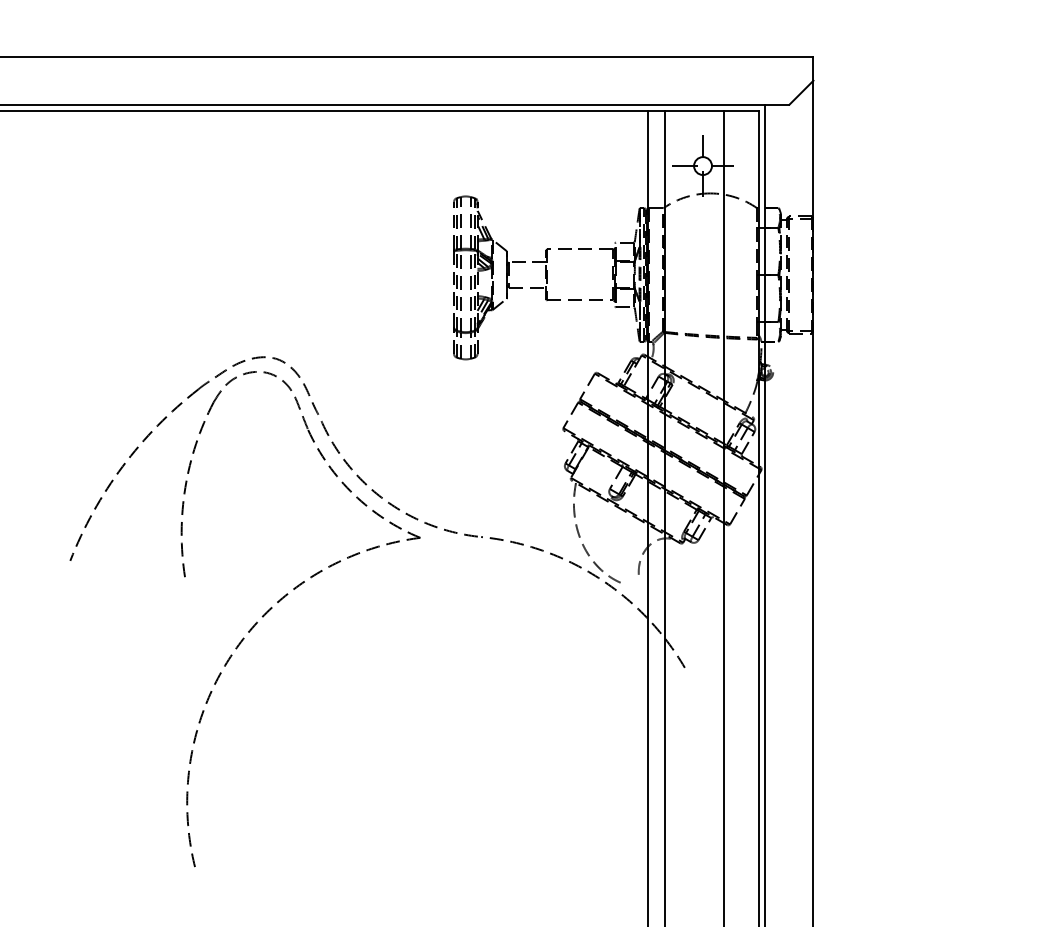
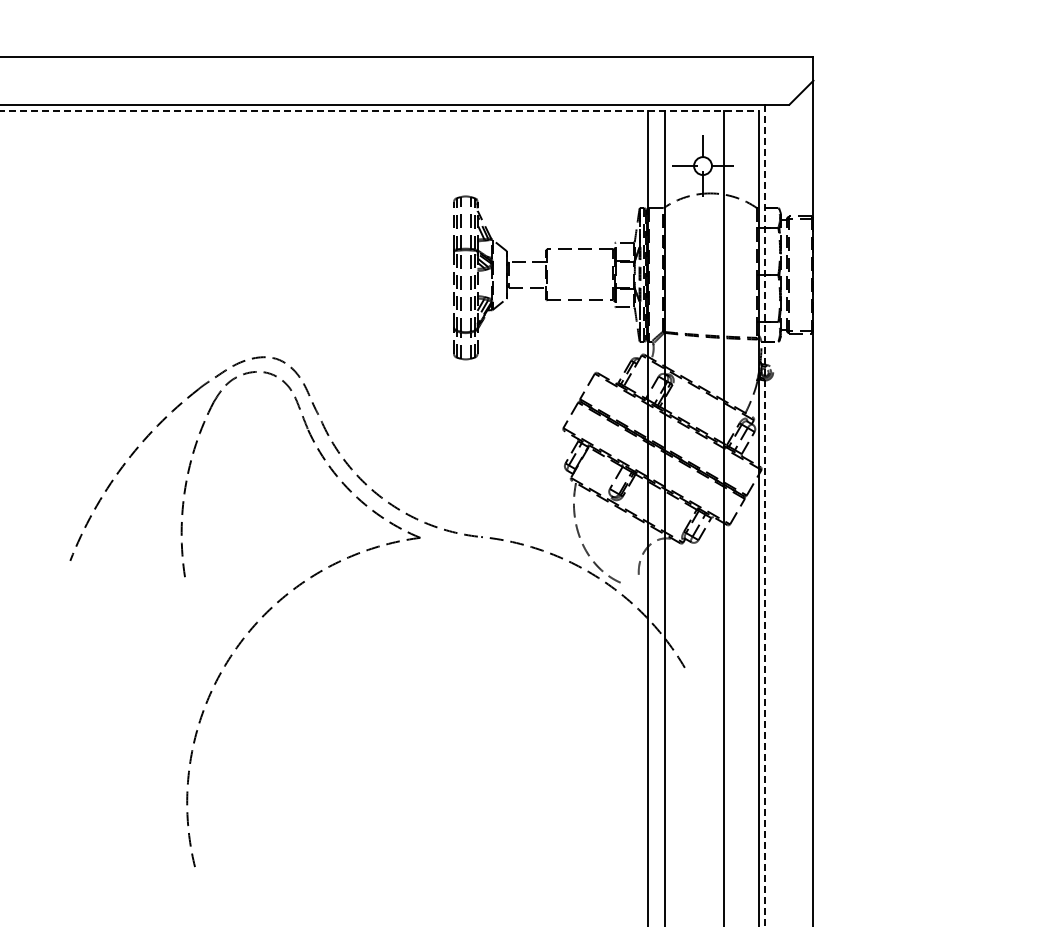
line at (380, 111): solid -> dashed
line at (765, 515): solid -> dashed
